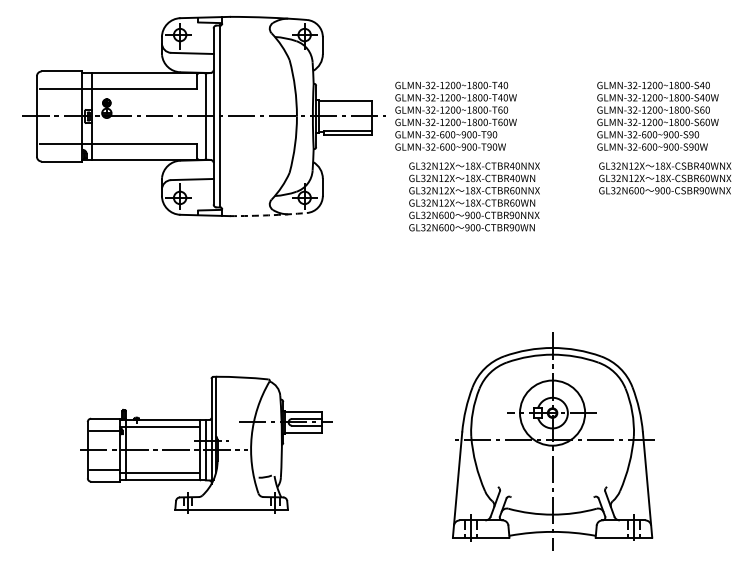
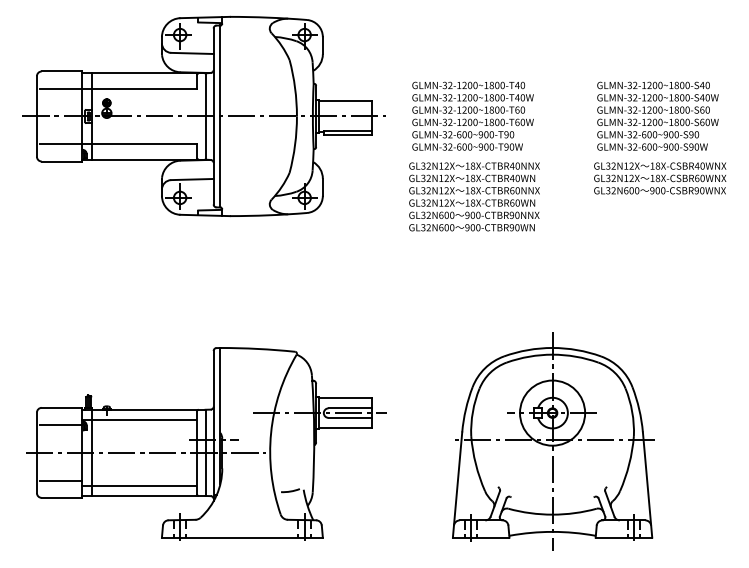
text at (455, 115) position: (455, 115) -> (472, 115)
text at (665, 178) position: (665, 178) -> (660, 178)
arc at (268, 215): dashed -> solid
part at (206, 444) size: 253x139 px -> 361x194 px
